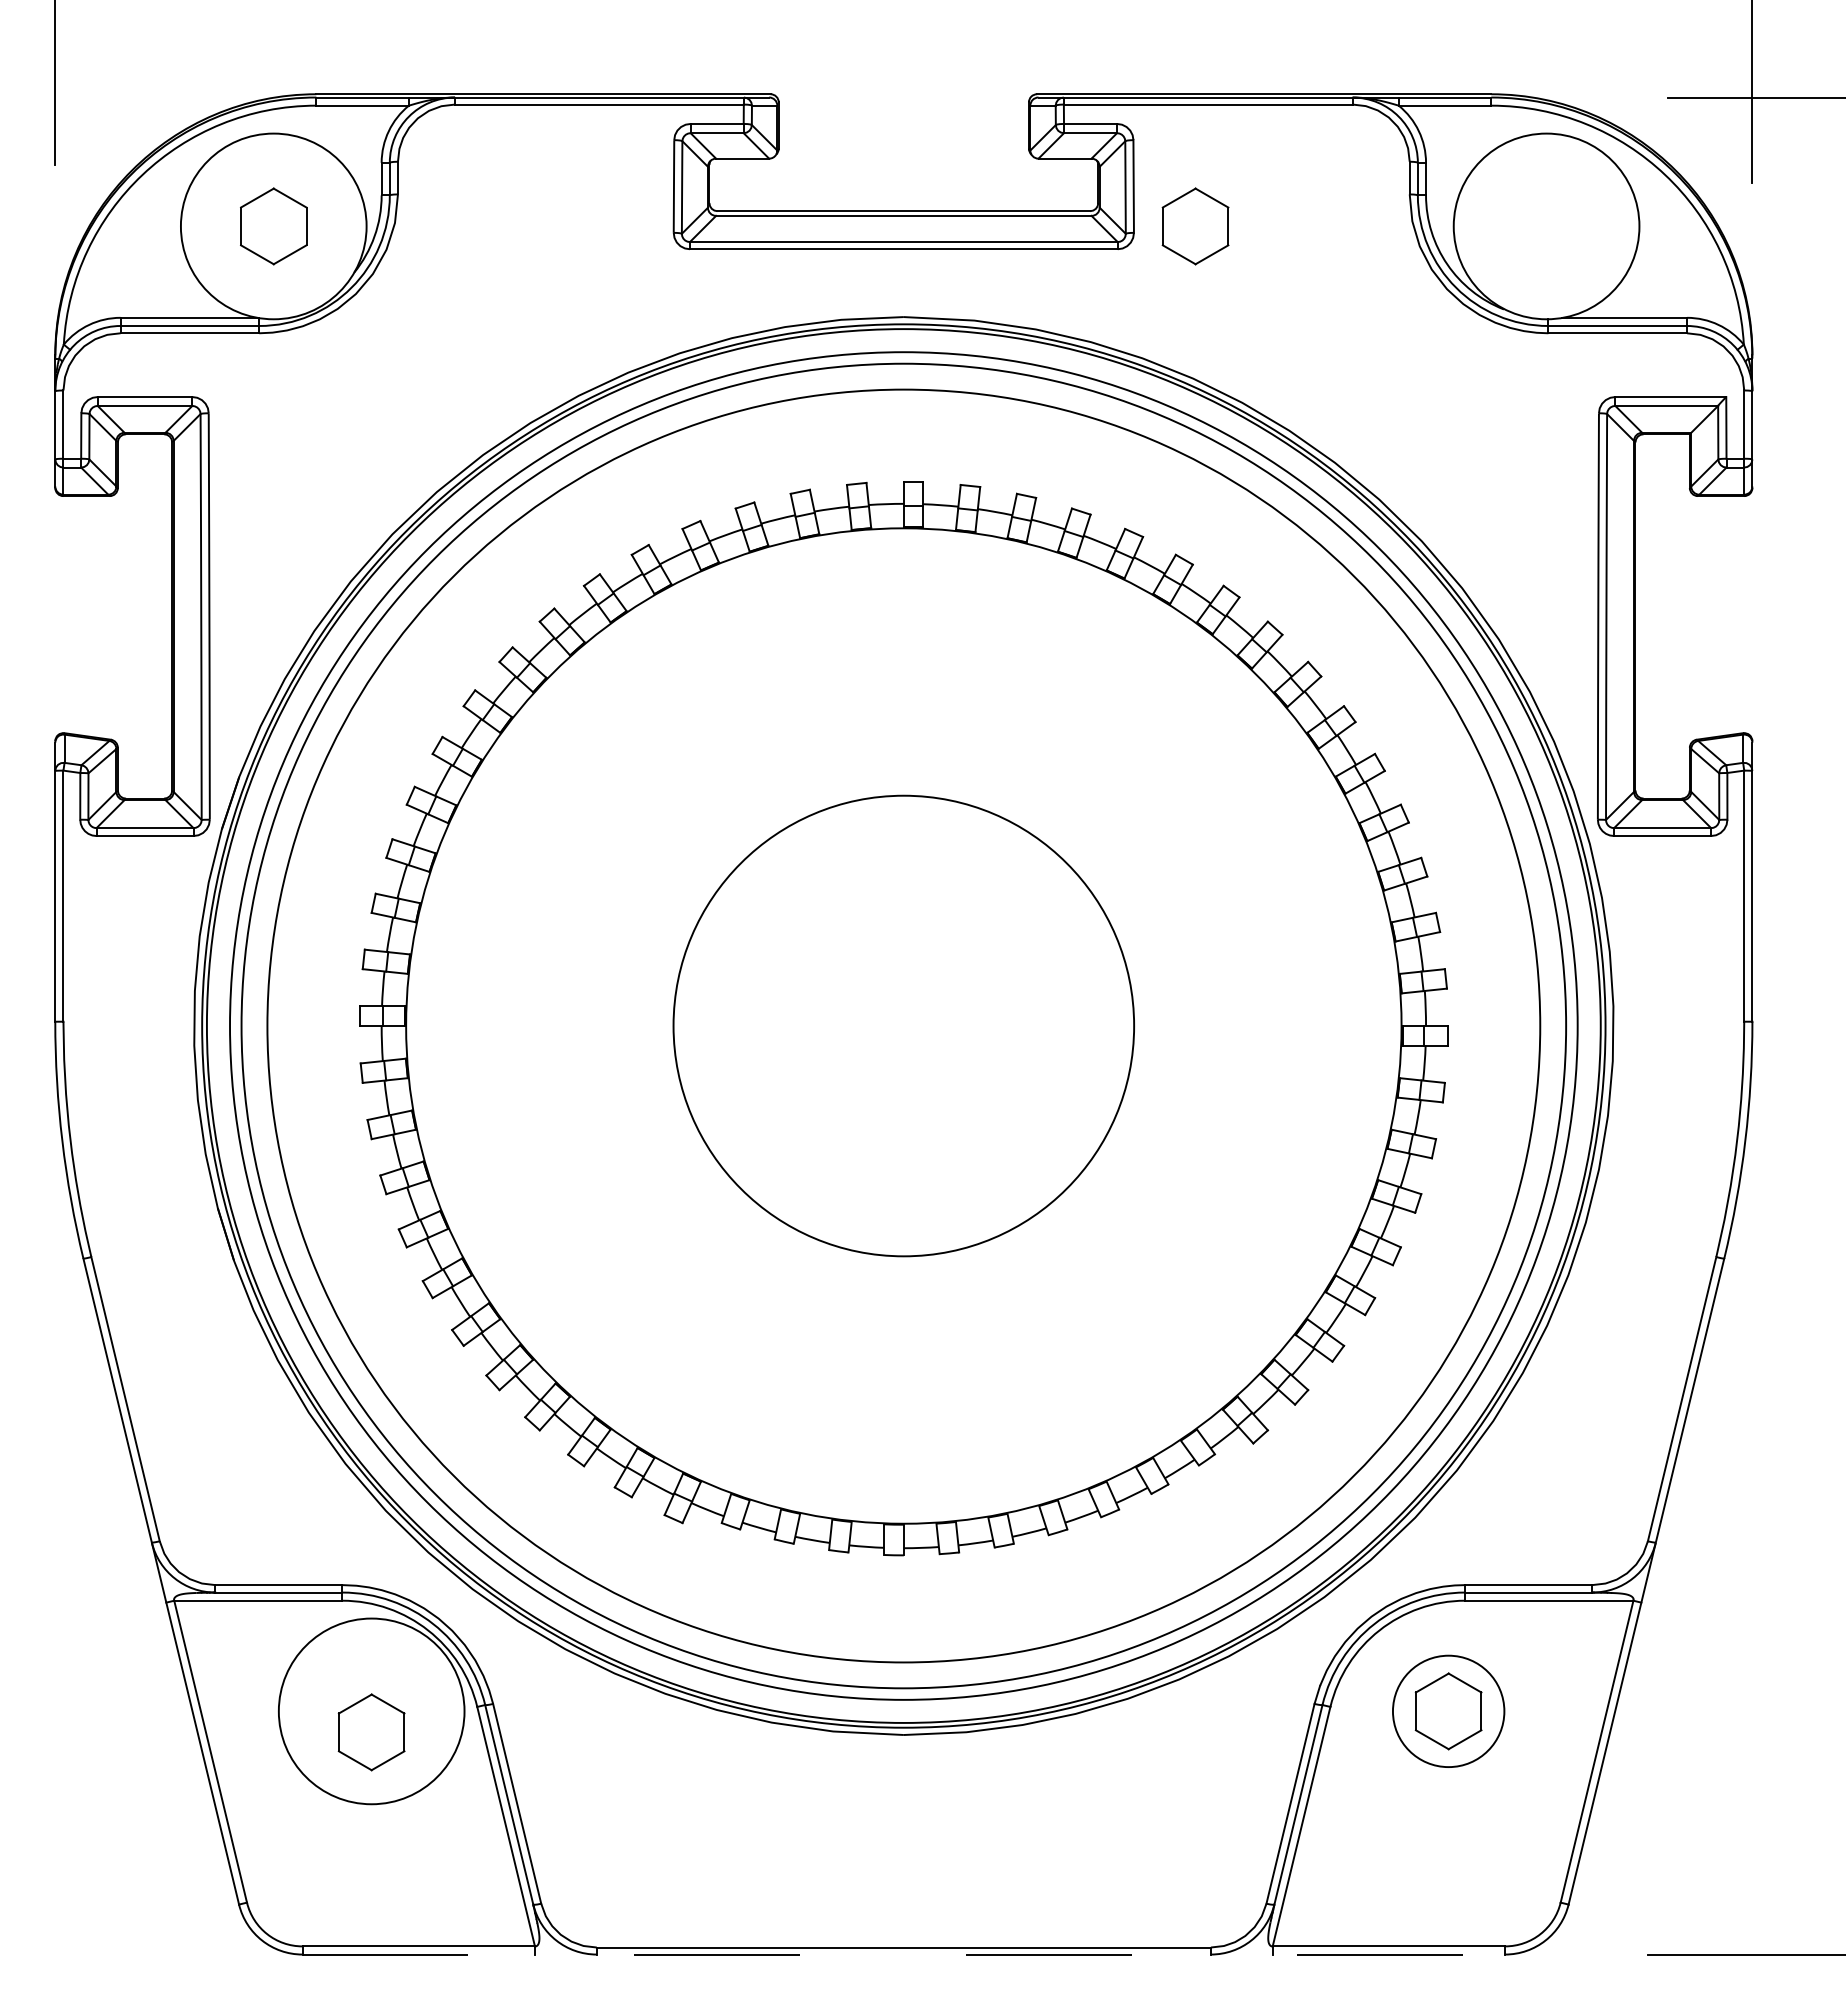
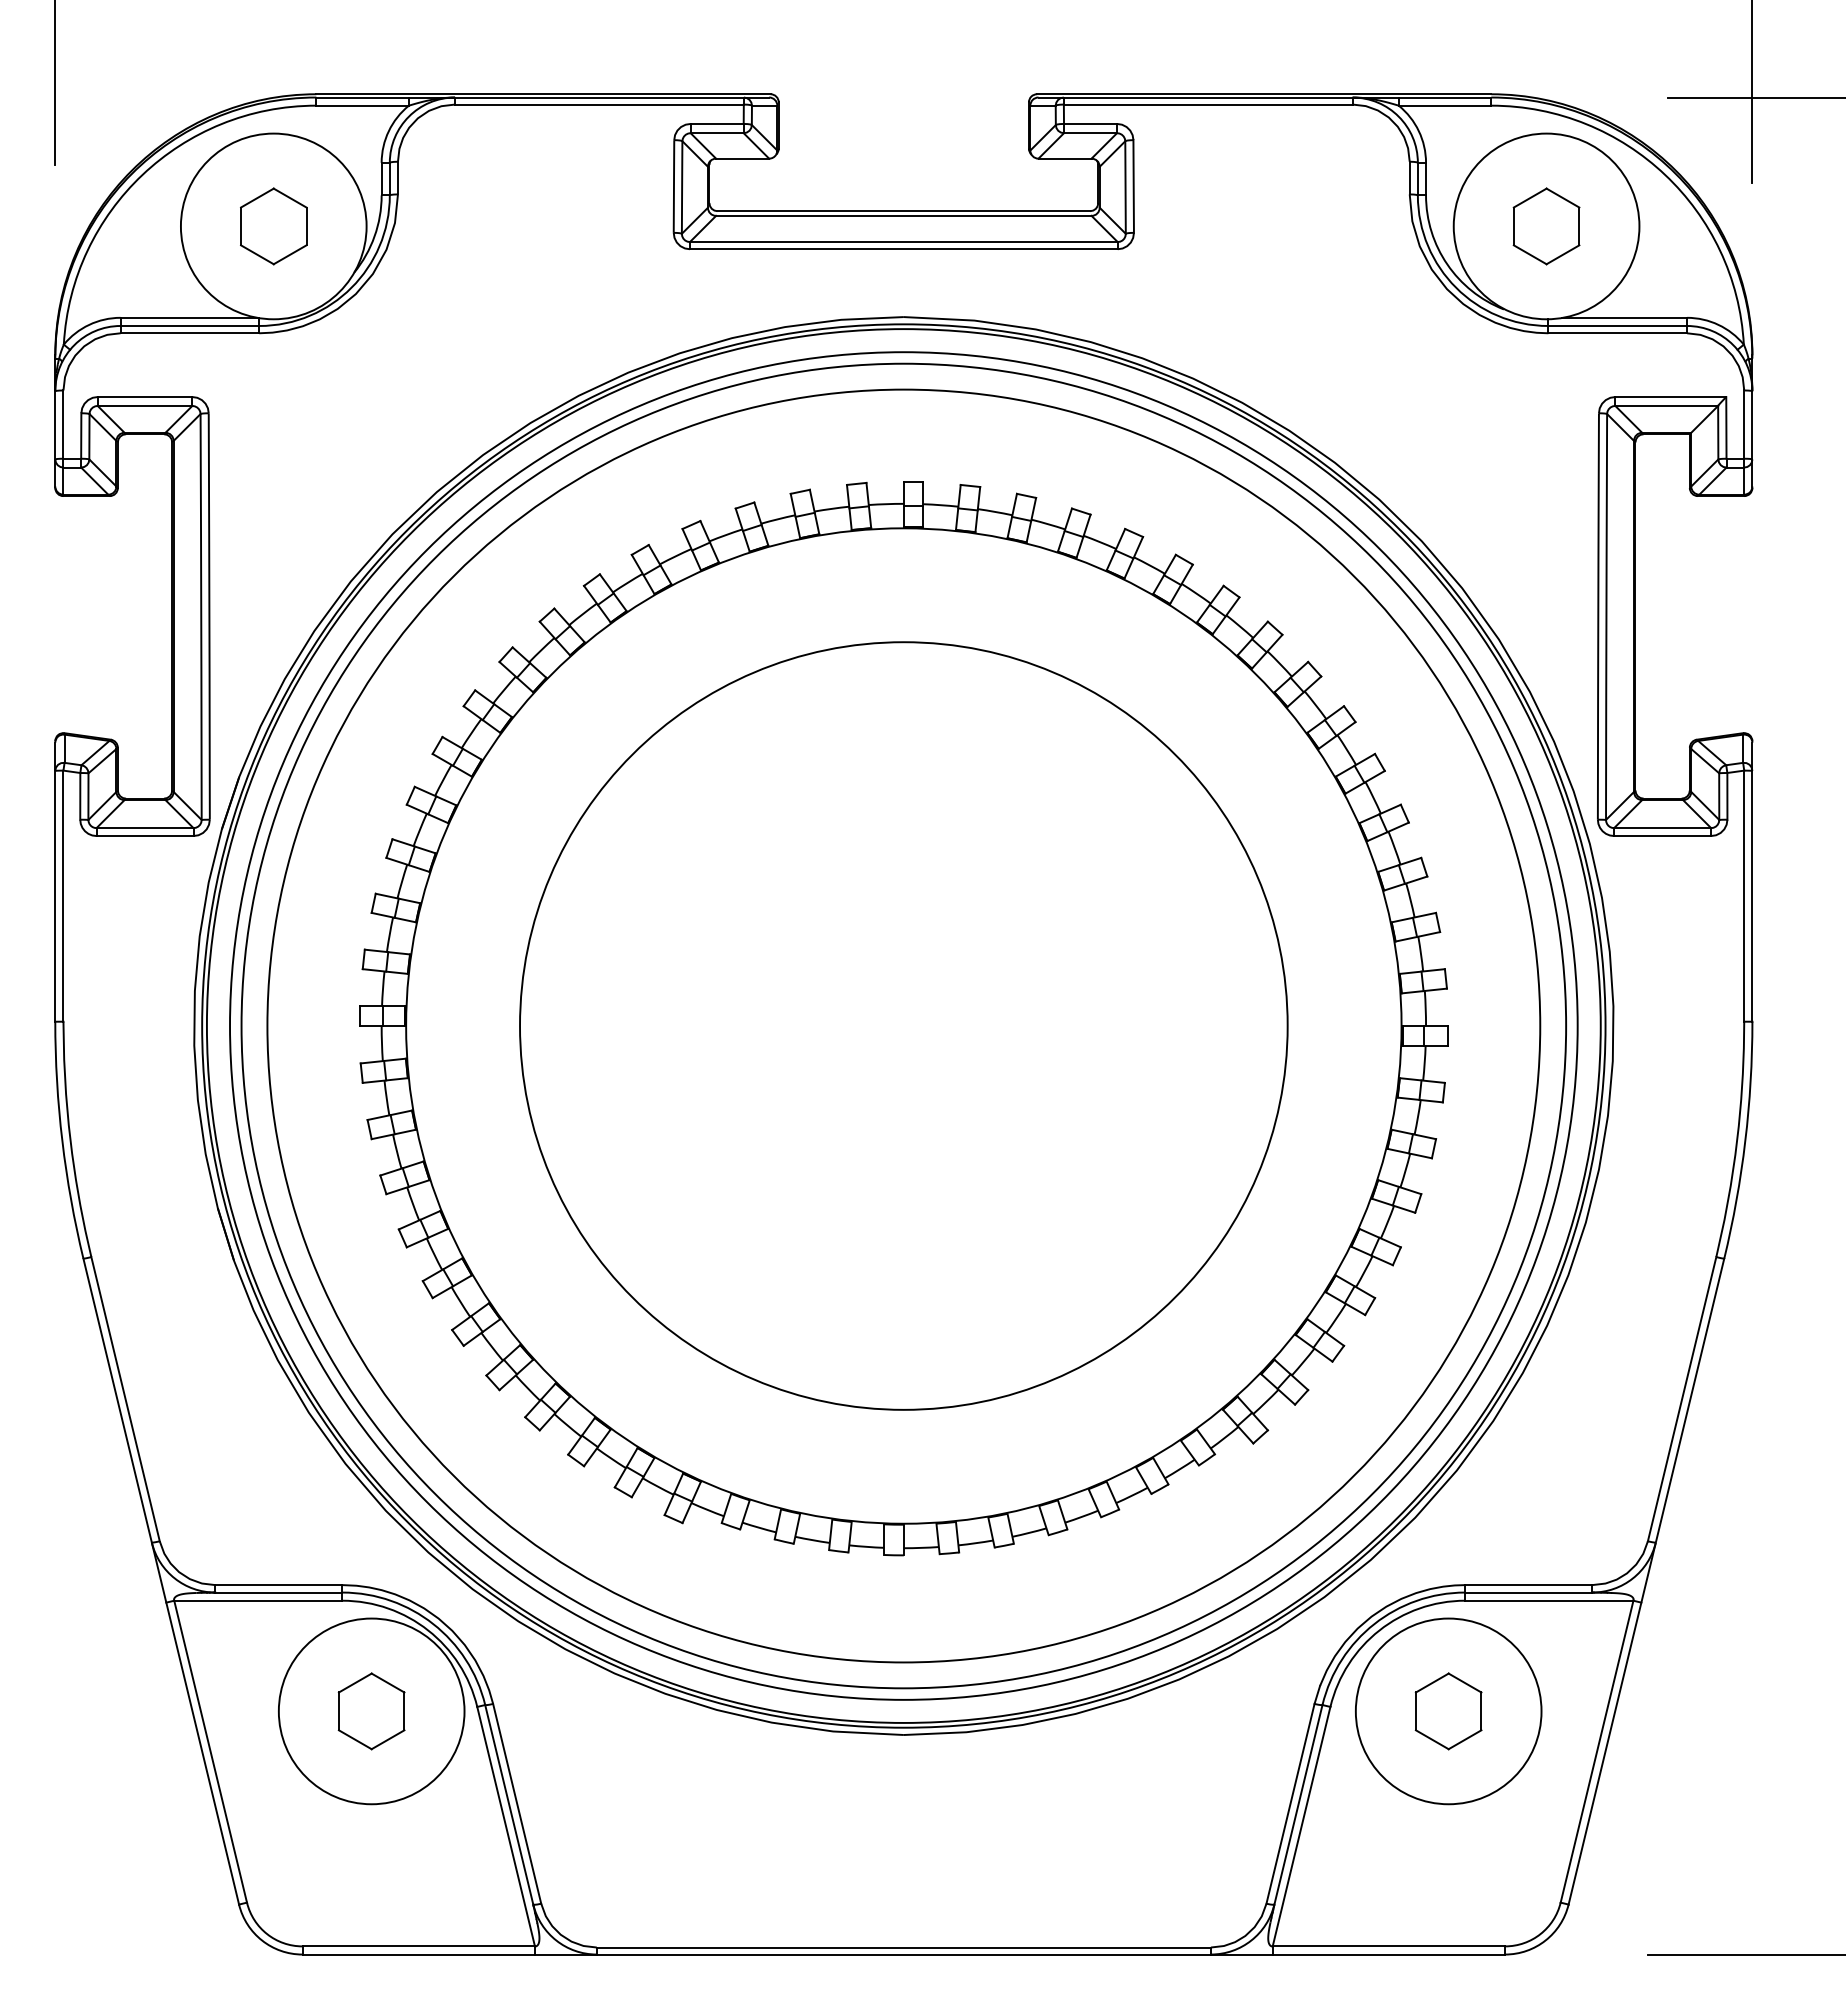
part at (1195, 226) position: (1195, 226) -> (1546, 226)
circle at (903, 1025) diameter: 461 px -> 768 px
circle at (1448, 1711) diameter: 111 px -> 186 px
part at (371, 1732) position: (371, 1732) -> (371, 1711)
line at (904, 1954): dashed -> solid
